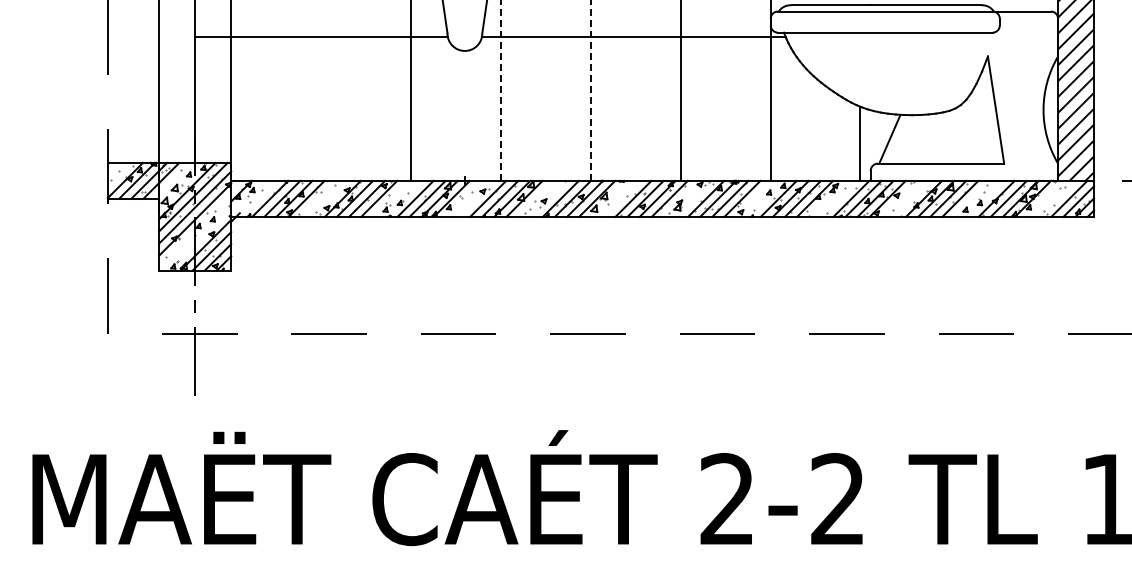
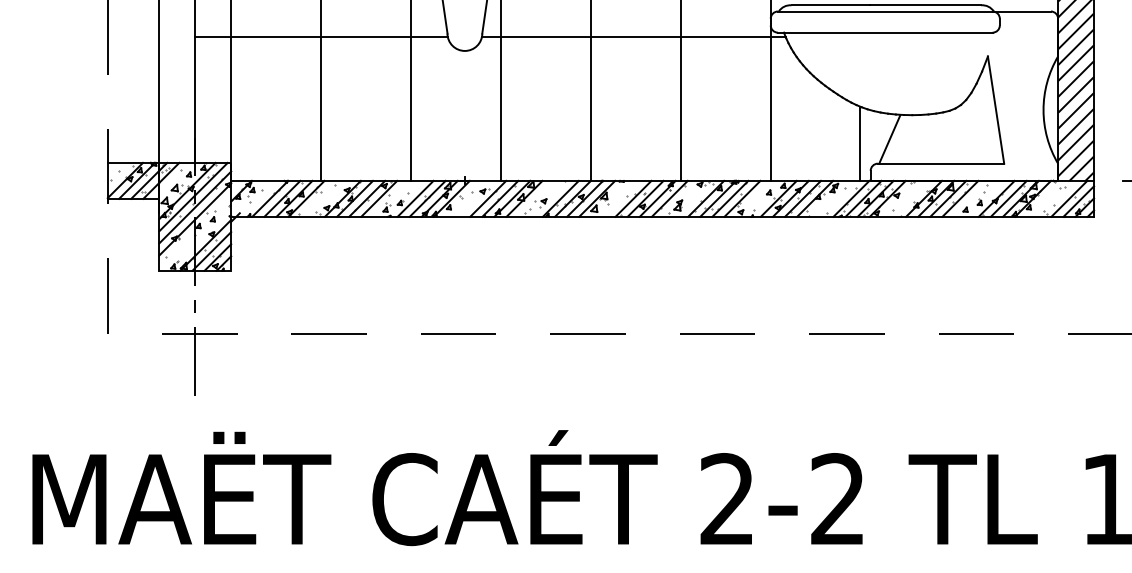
line at (500, 90): dashed -> solid
line at (590, 90): dashed -> solid
line at (321, 91): none -> present
